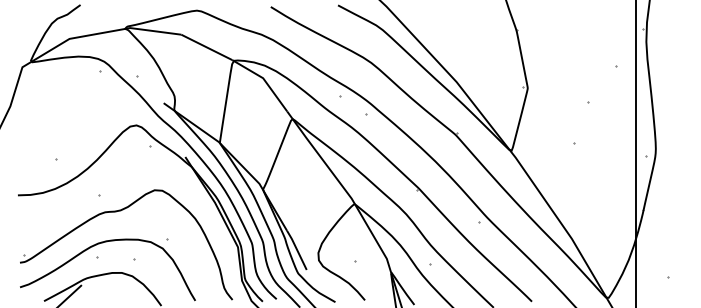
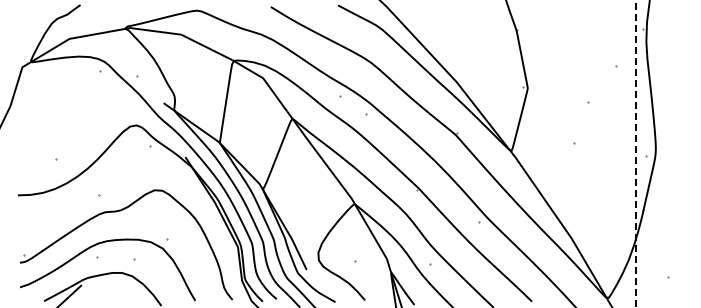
line at (635, 155): solid -> dashed
